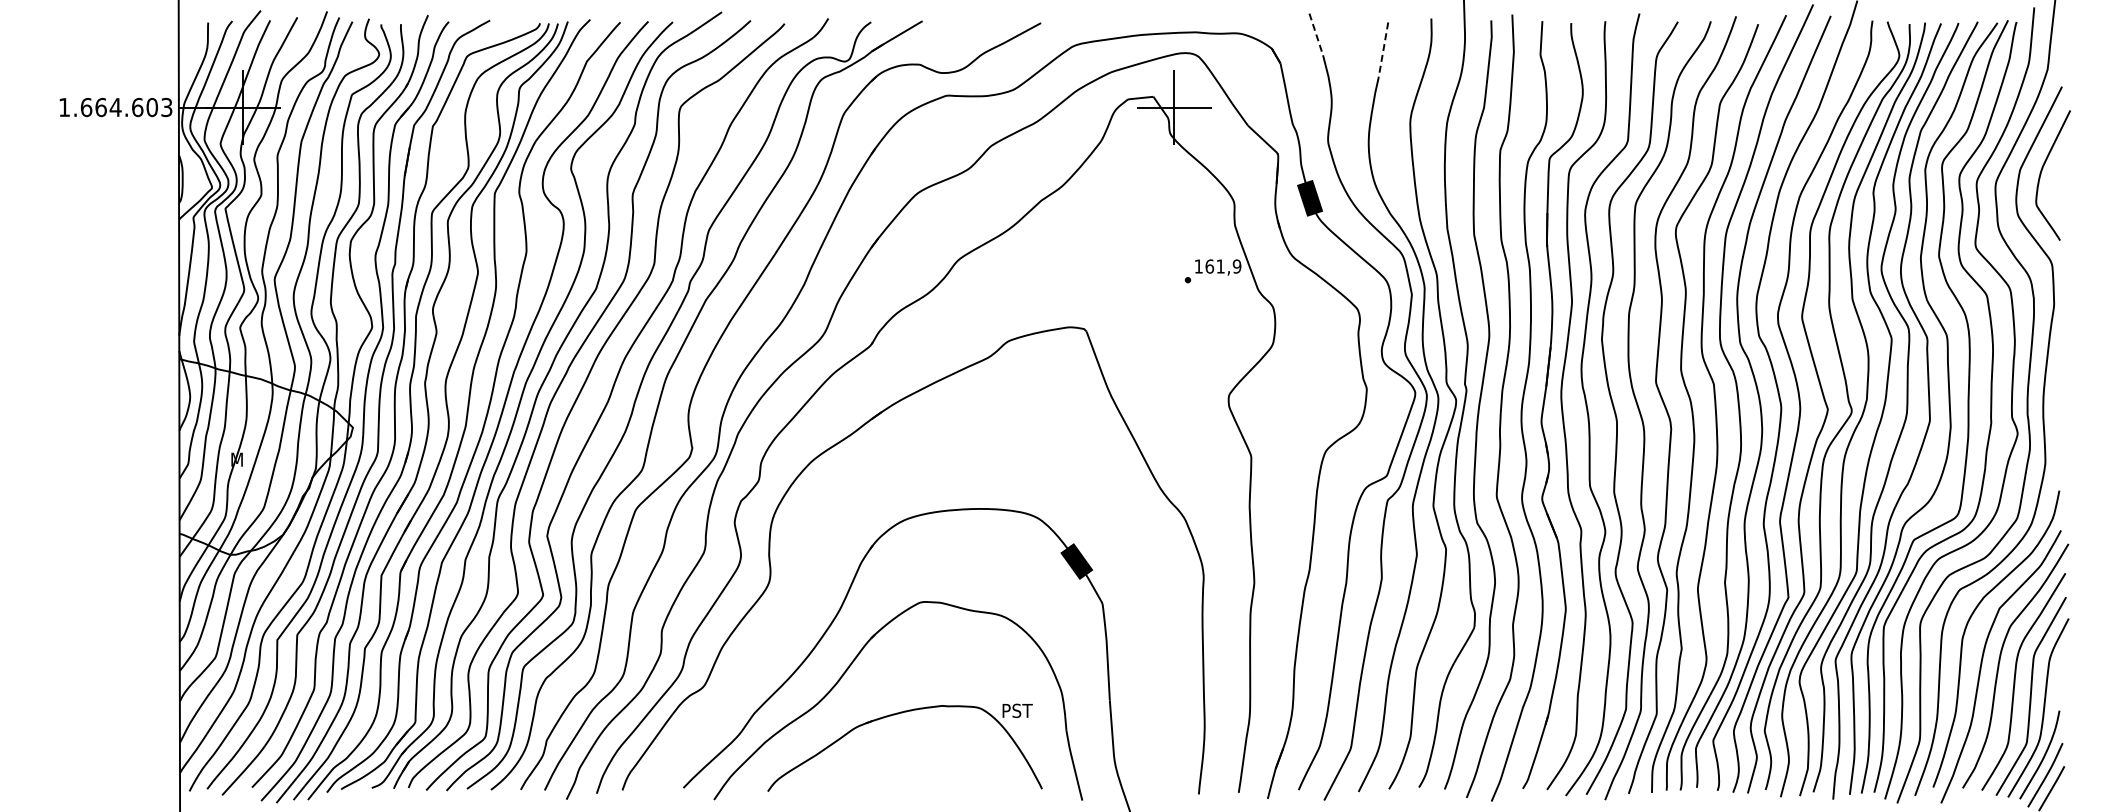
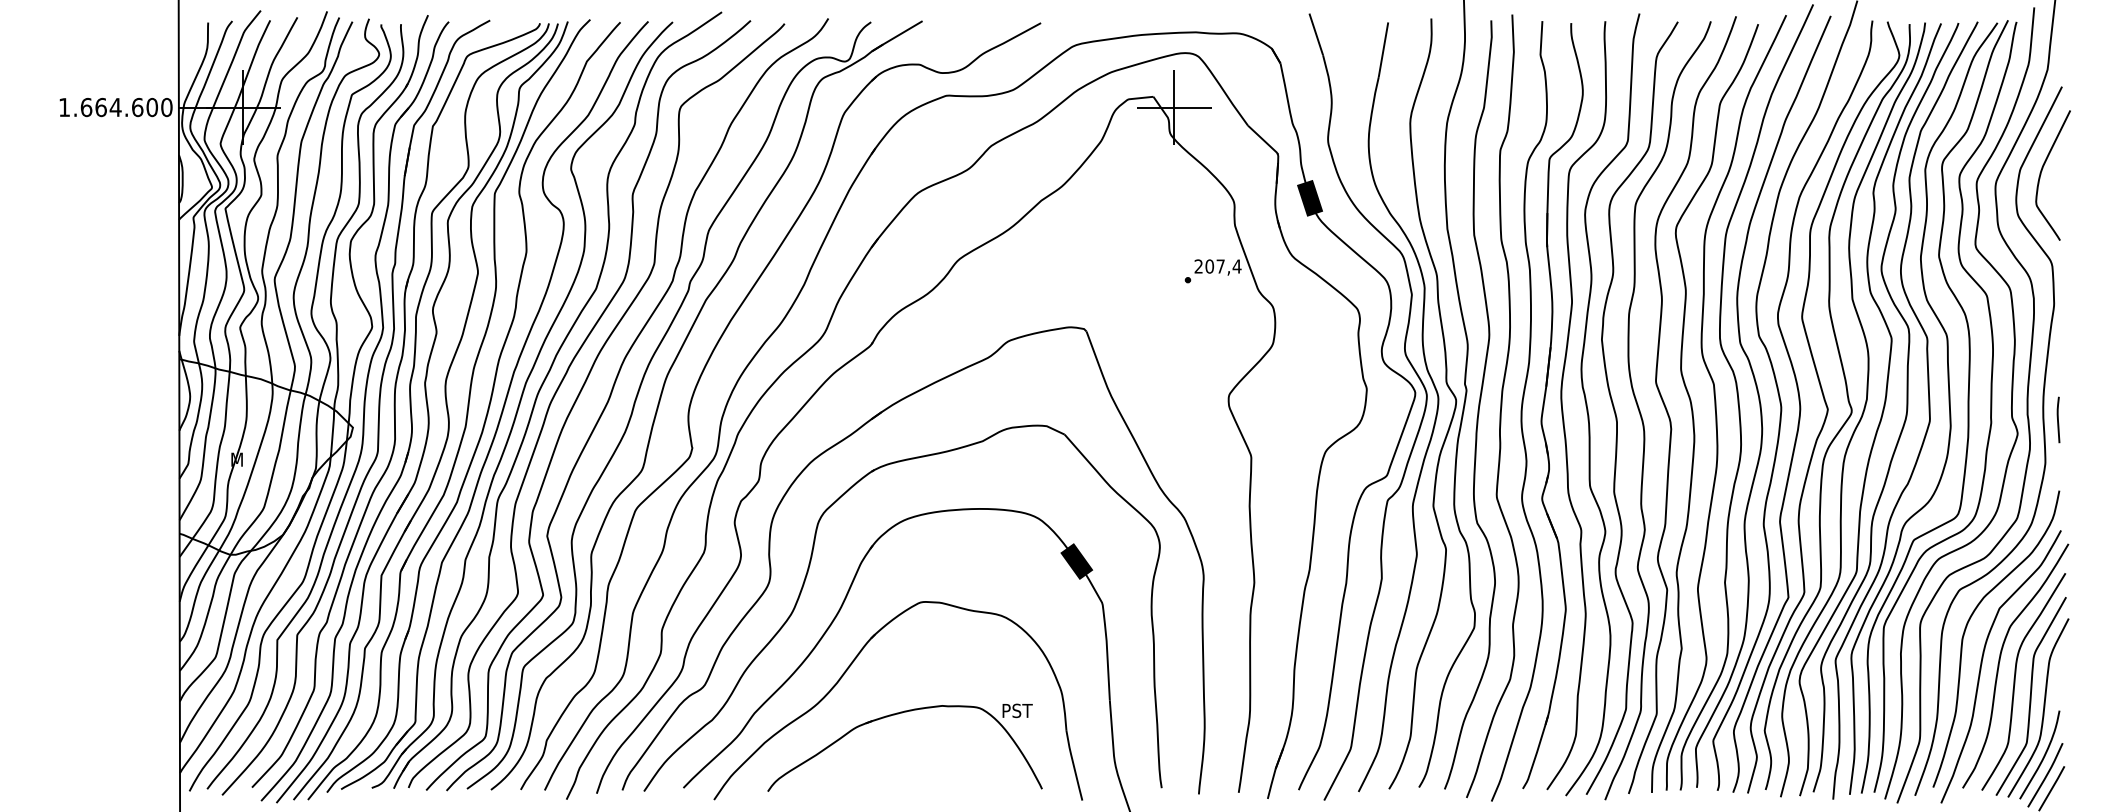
line at (1316, 34): dashed -> solid
line at (1383, 49): dashed -> solid
text at (166, 107): 1.664.603 -> 1.664.600
text at (1217, 266): 161,9 -> 207,4
curve at (2058, 419): none -> present
part at (807, 575): none -> present
